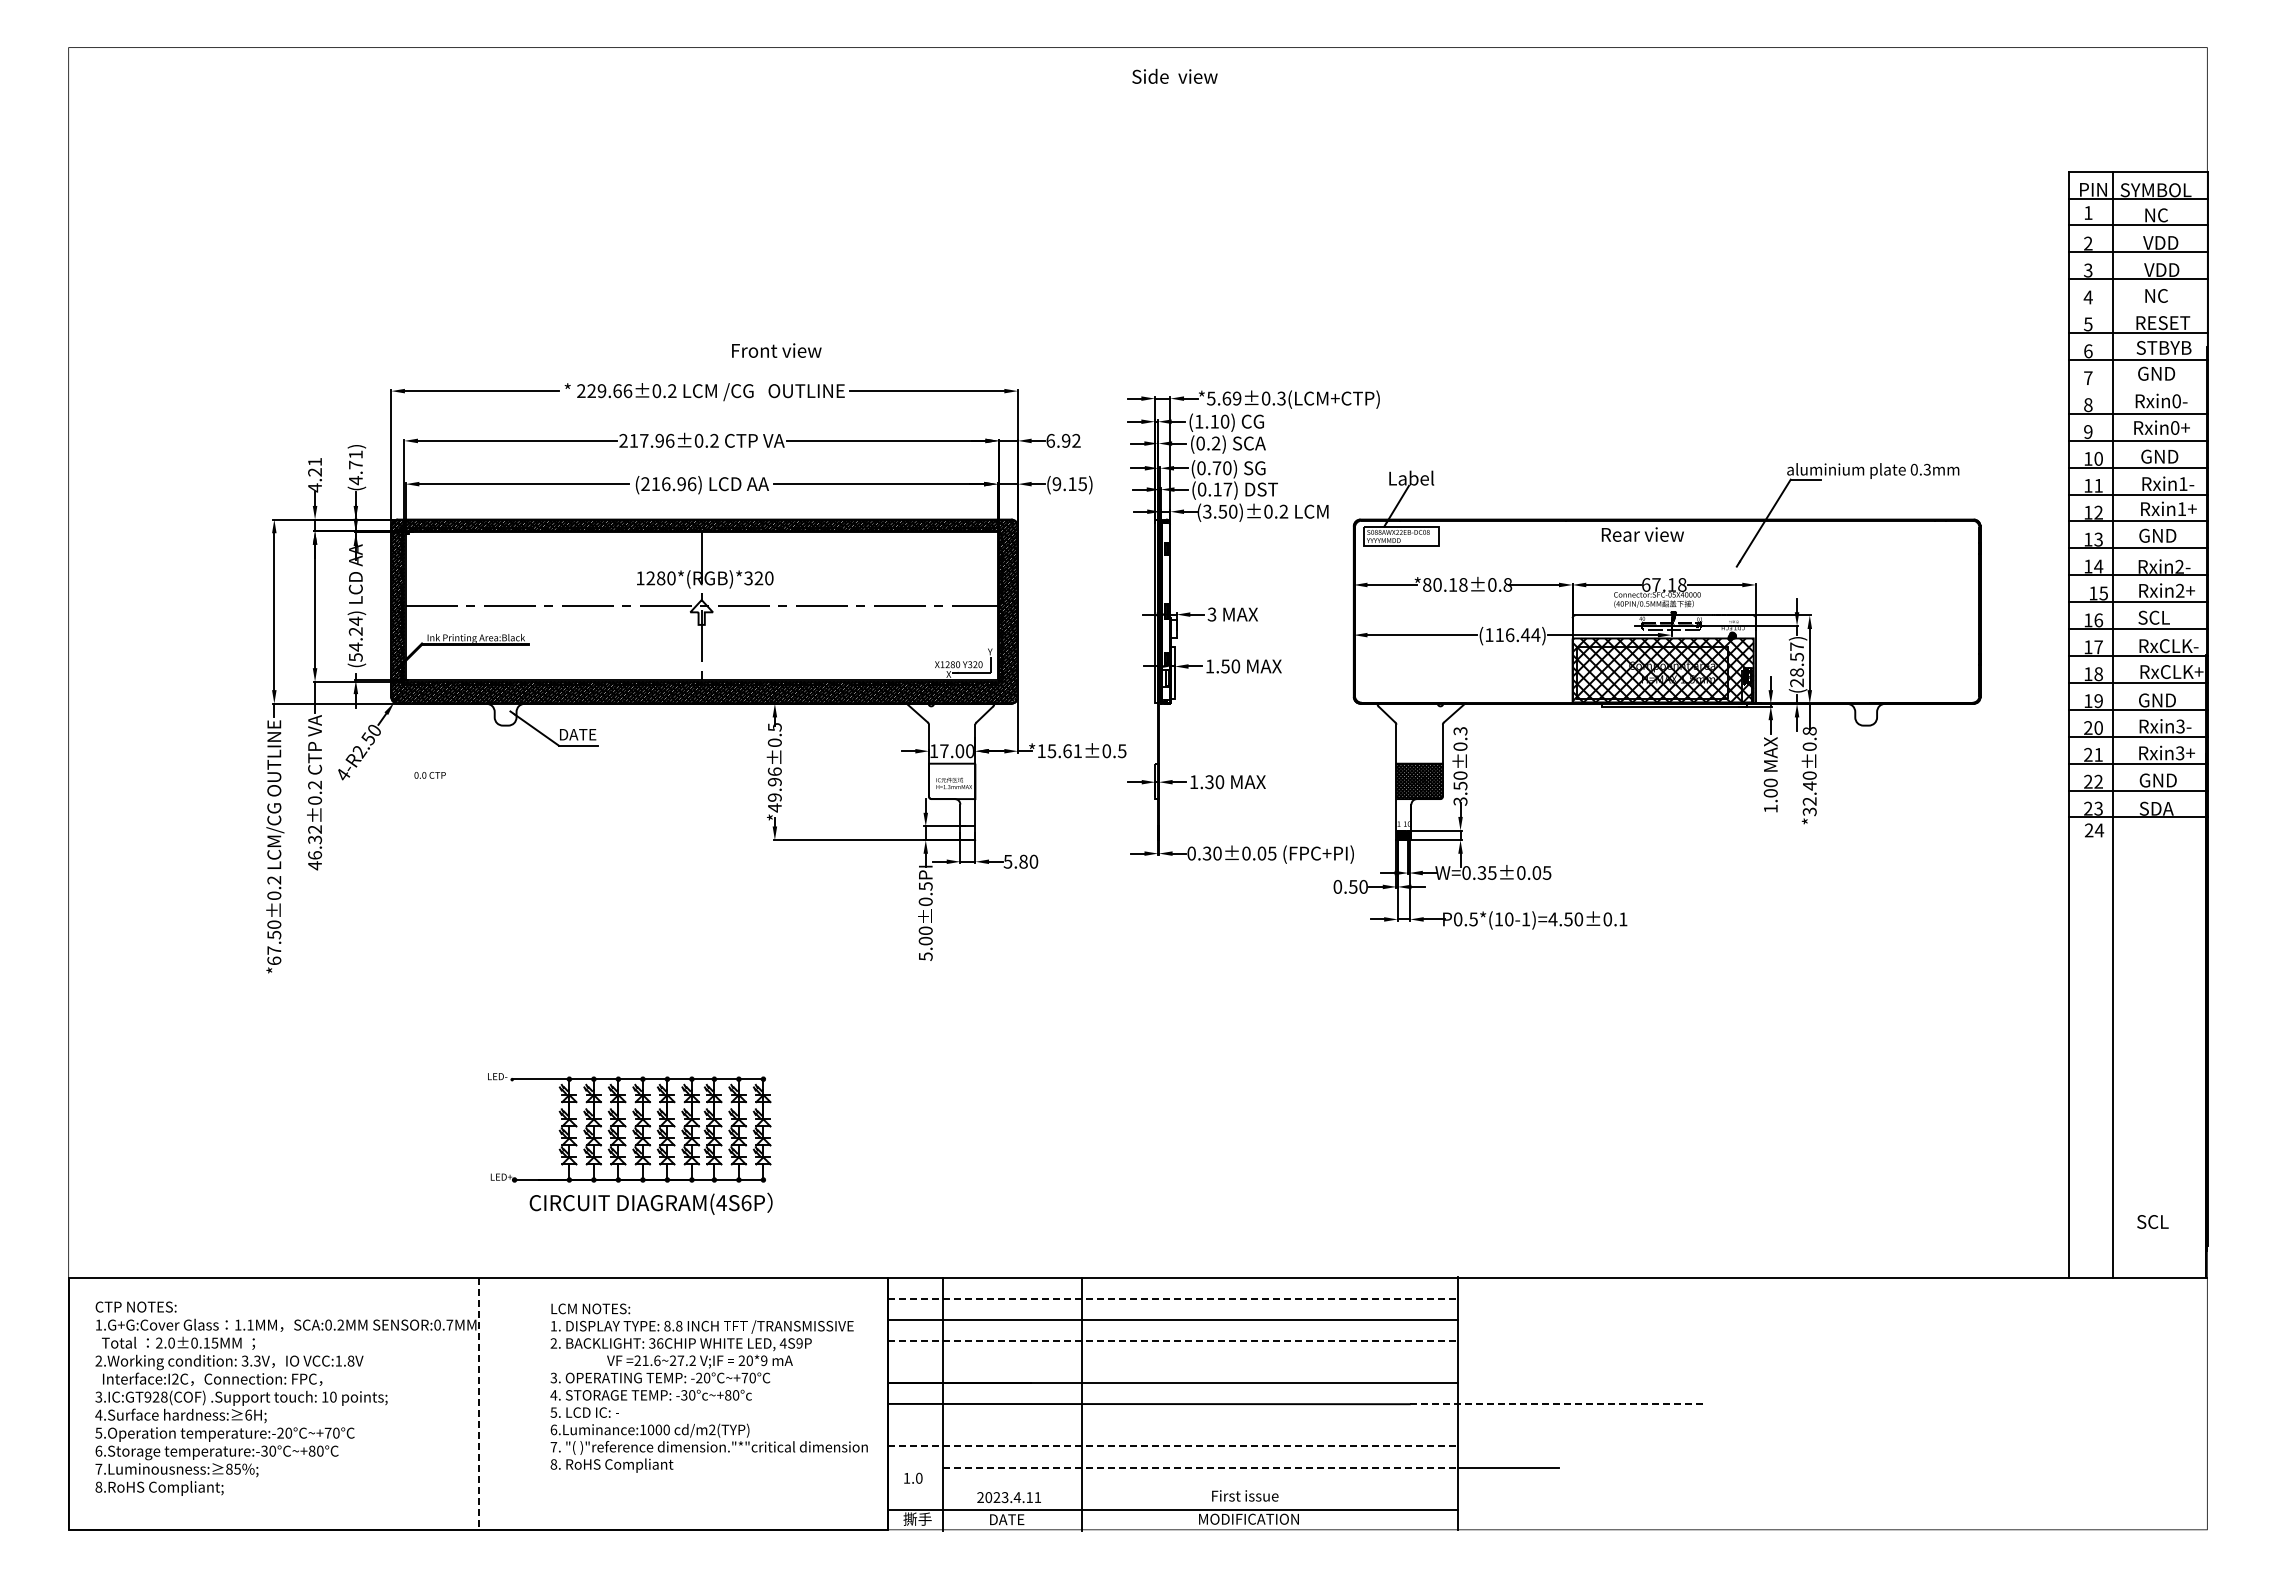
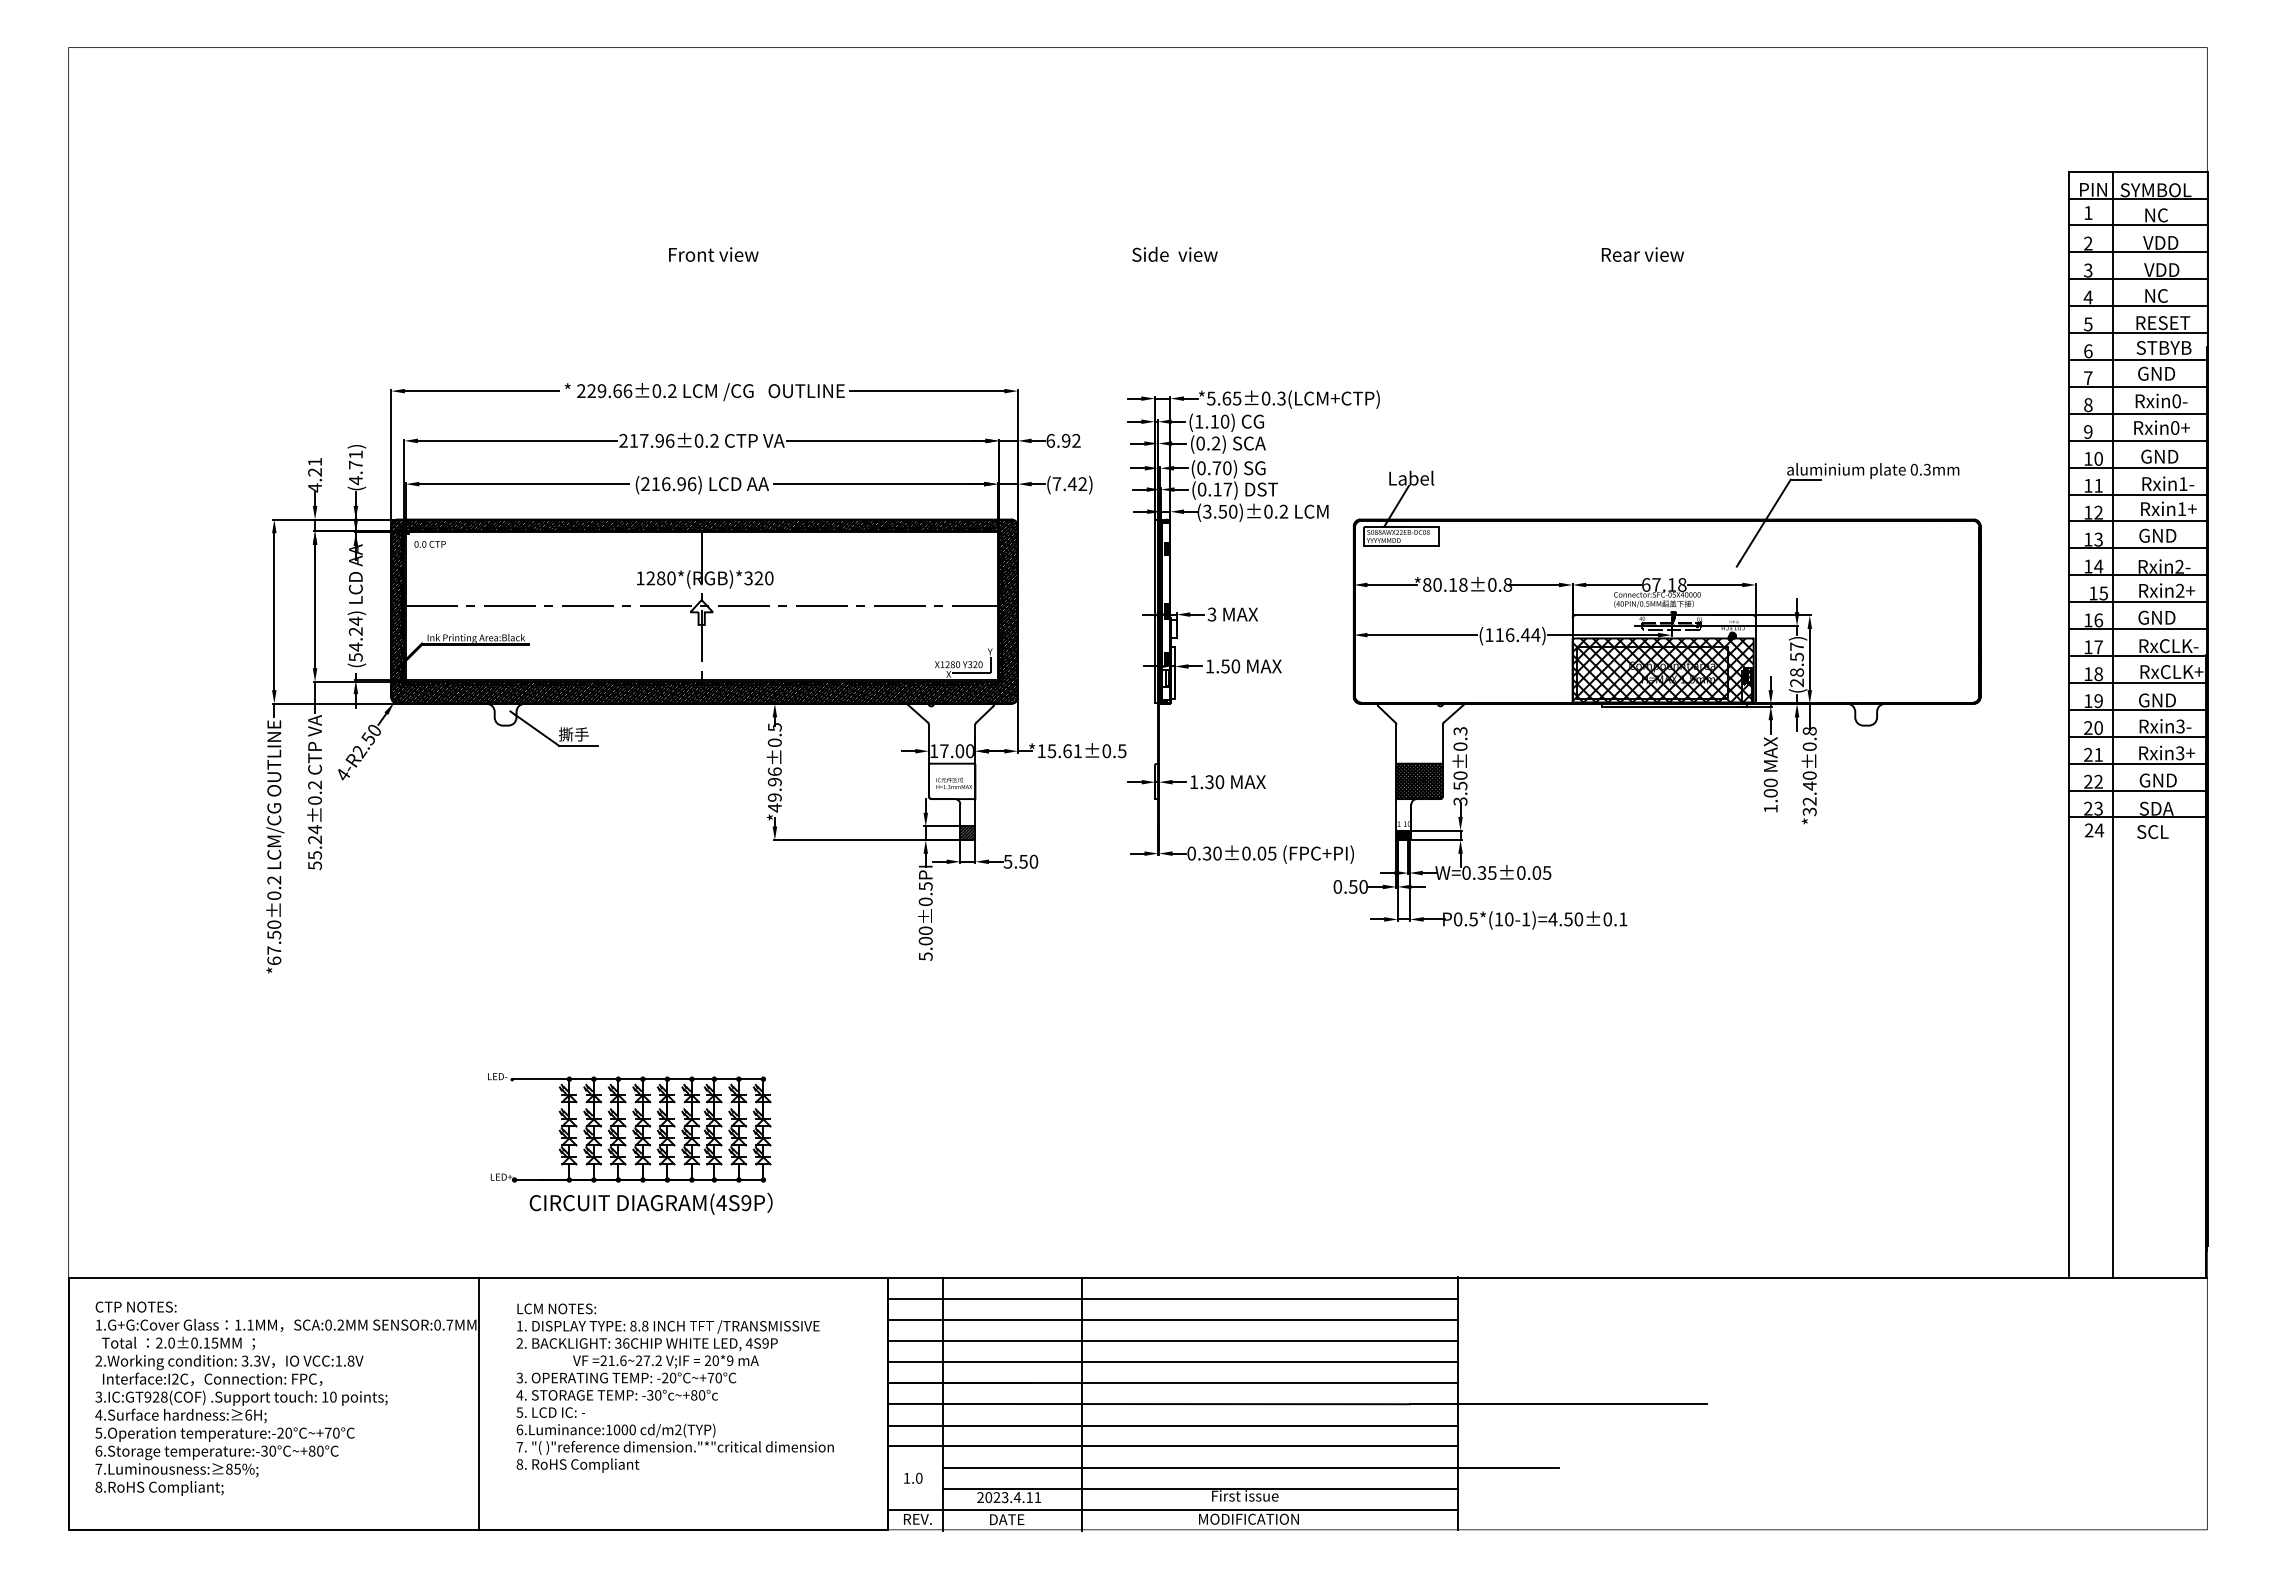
text at (1174, 75) position: (1174, 75) -> (1174, 253)
line at (2138, 306): none -> present
text at (776, 350) position: (776, 350) -> (713, 254)
line at (2138, 386): none -> present
text at (1236, 398): *5.69±0.3(LCM+CTP) -> *5.65±0.3(LCM+CTP)
text at (1069, 484): (9.15) -> (7.42)
text at (1642, 534) position: (1642, 534) -> (1642, 254)
text at (2156, 617): SCL -> GND
text at (577, 734): DATE -> 撕手
text at (429, 775) position: (429, 775) -> (429, 544)
hatch at (967, 833): none -> present
text at (315, 847): 46.32±0.2 -> 55.24±0.2
text at (1023, 861): 5.80 -> 5.50
text at (746, 1203): DIAGRAM(4S6P -> DIAGRAM(4S9P
text at (2152, 1221) position: (2152, 1221) -> (2152, 831)
line at (1172, 1299): dashed -> solid
line at (1172, 1341): dashed -> solid
line at (1172, 1362): none -> present
text at (708, 1387) position: (708, 1387) -> (674, 1387)
line at (478, 1404): dashed -> solid
line at (1558, 1404): dashed -> solid
line at (1172, 1425): none -> present
line at (1172, 1446): dashed -> solid
line at (1200, 1467): dashed -> solid
line at (1199, 1488): none -> present
text at (917, 1518): 撕手 -> REV.
